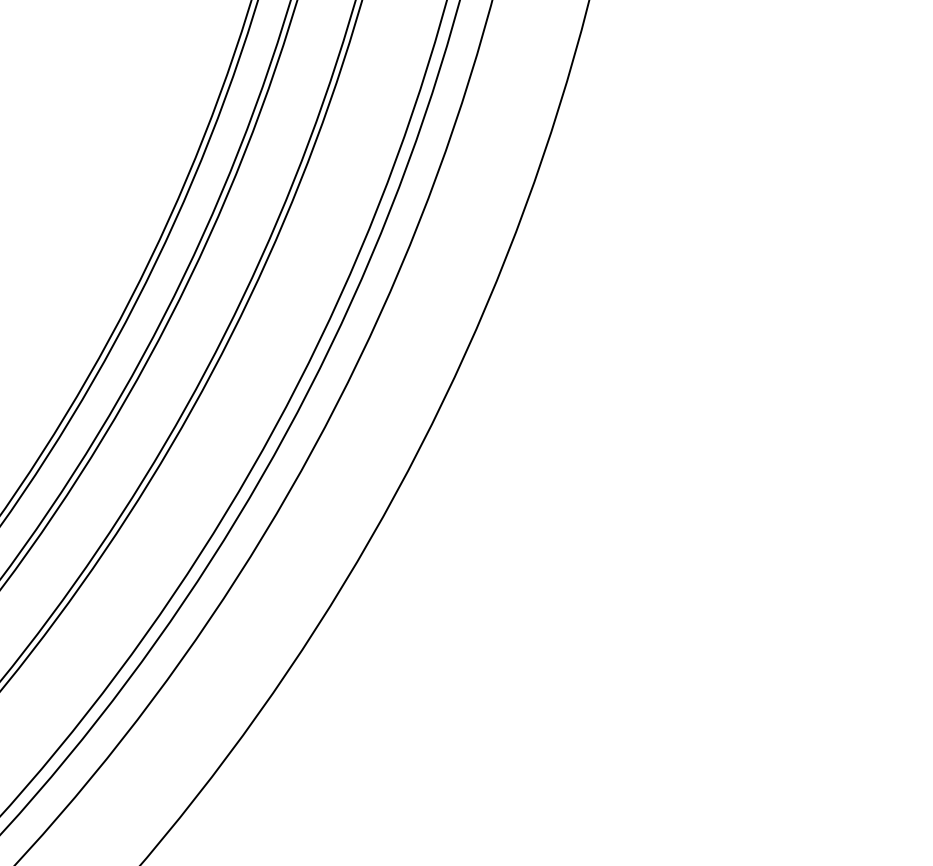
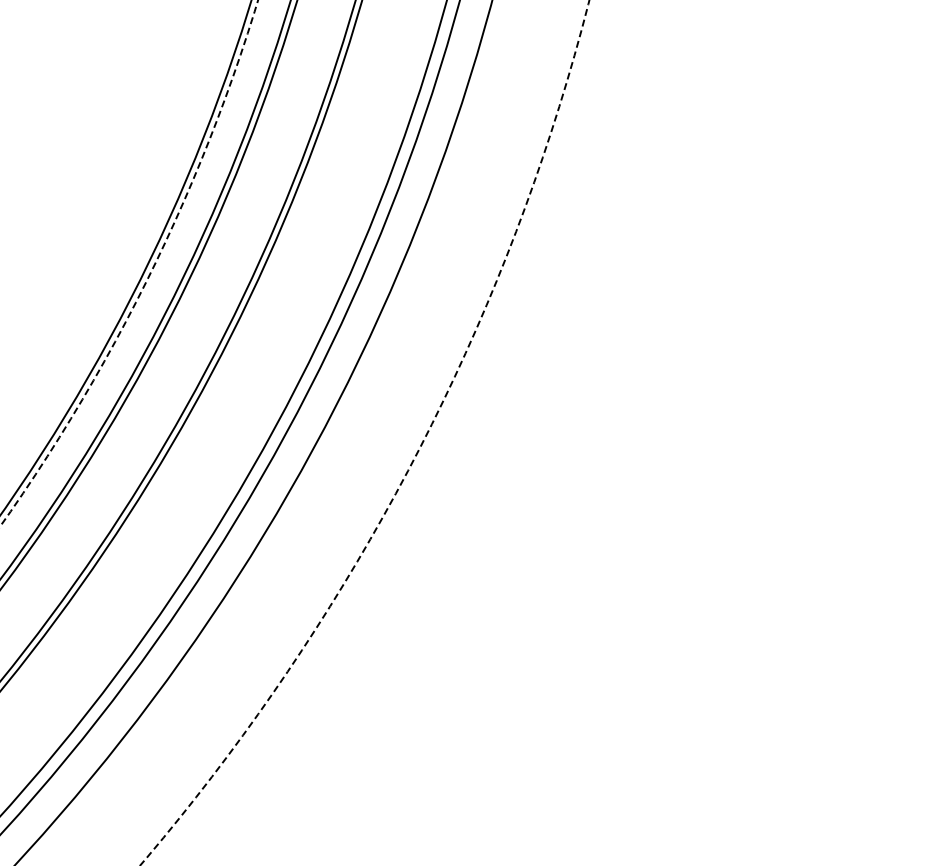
circle at (128, 263): solid -> dashed
circle at (364, 432): solid -> dashed
